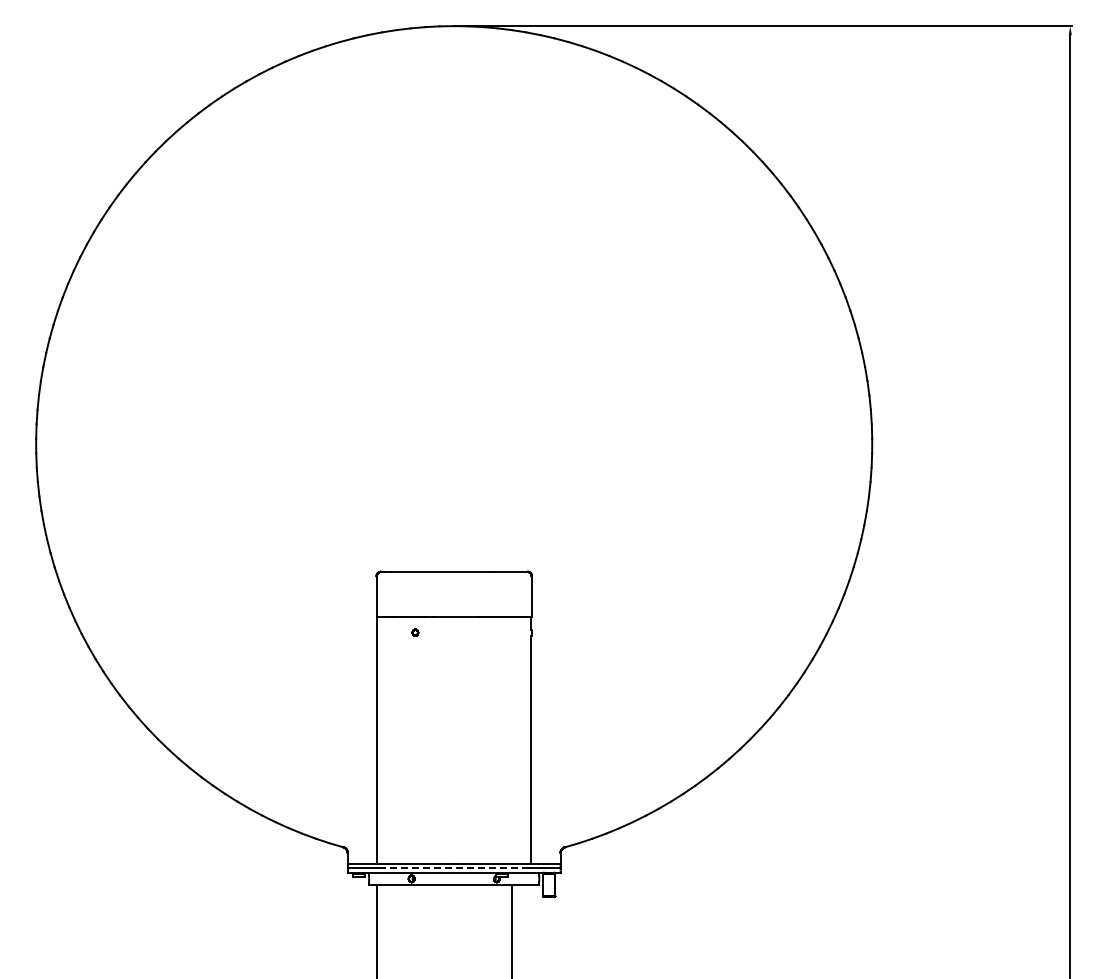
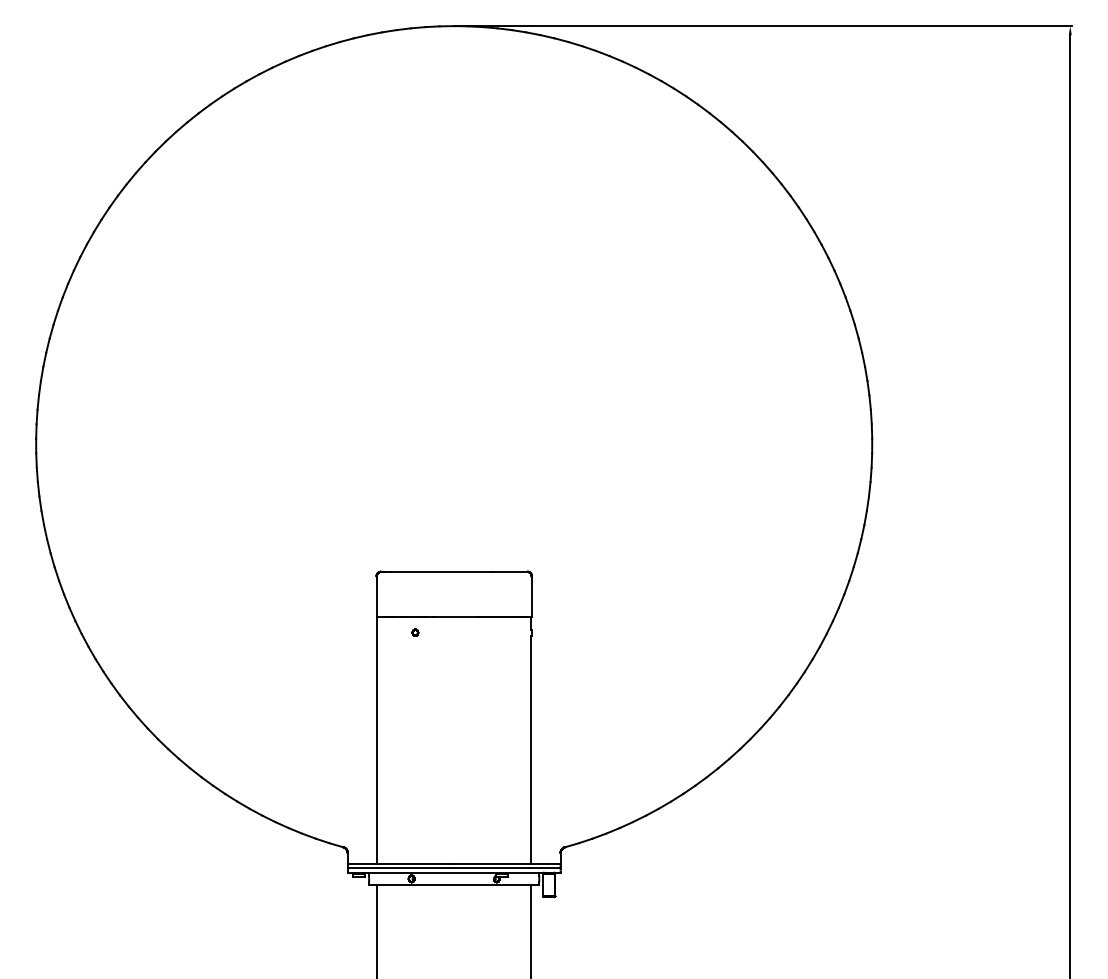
line at (454, 868): dashed -> solid
line at (512, 929) position: (512, 929) -> (531, 929)
